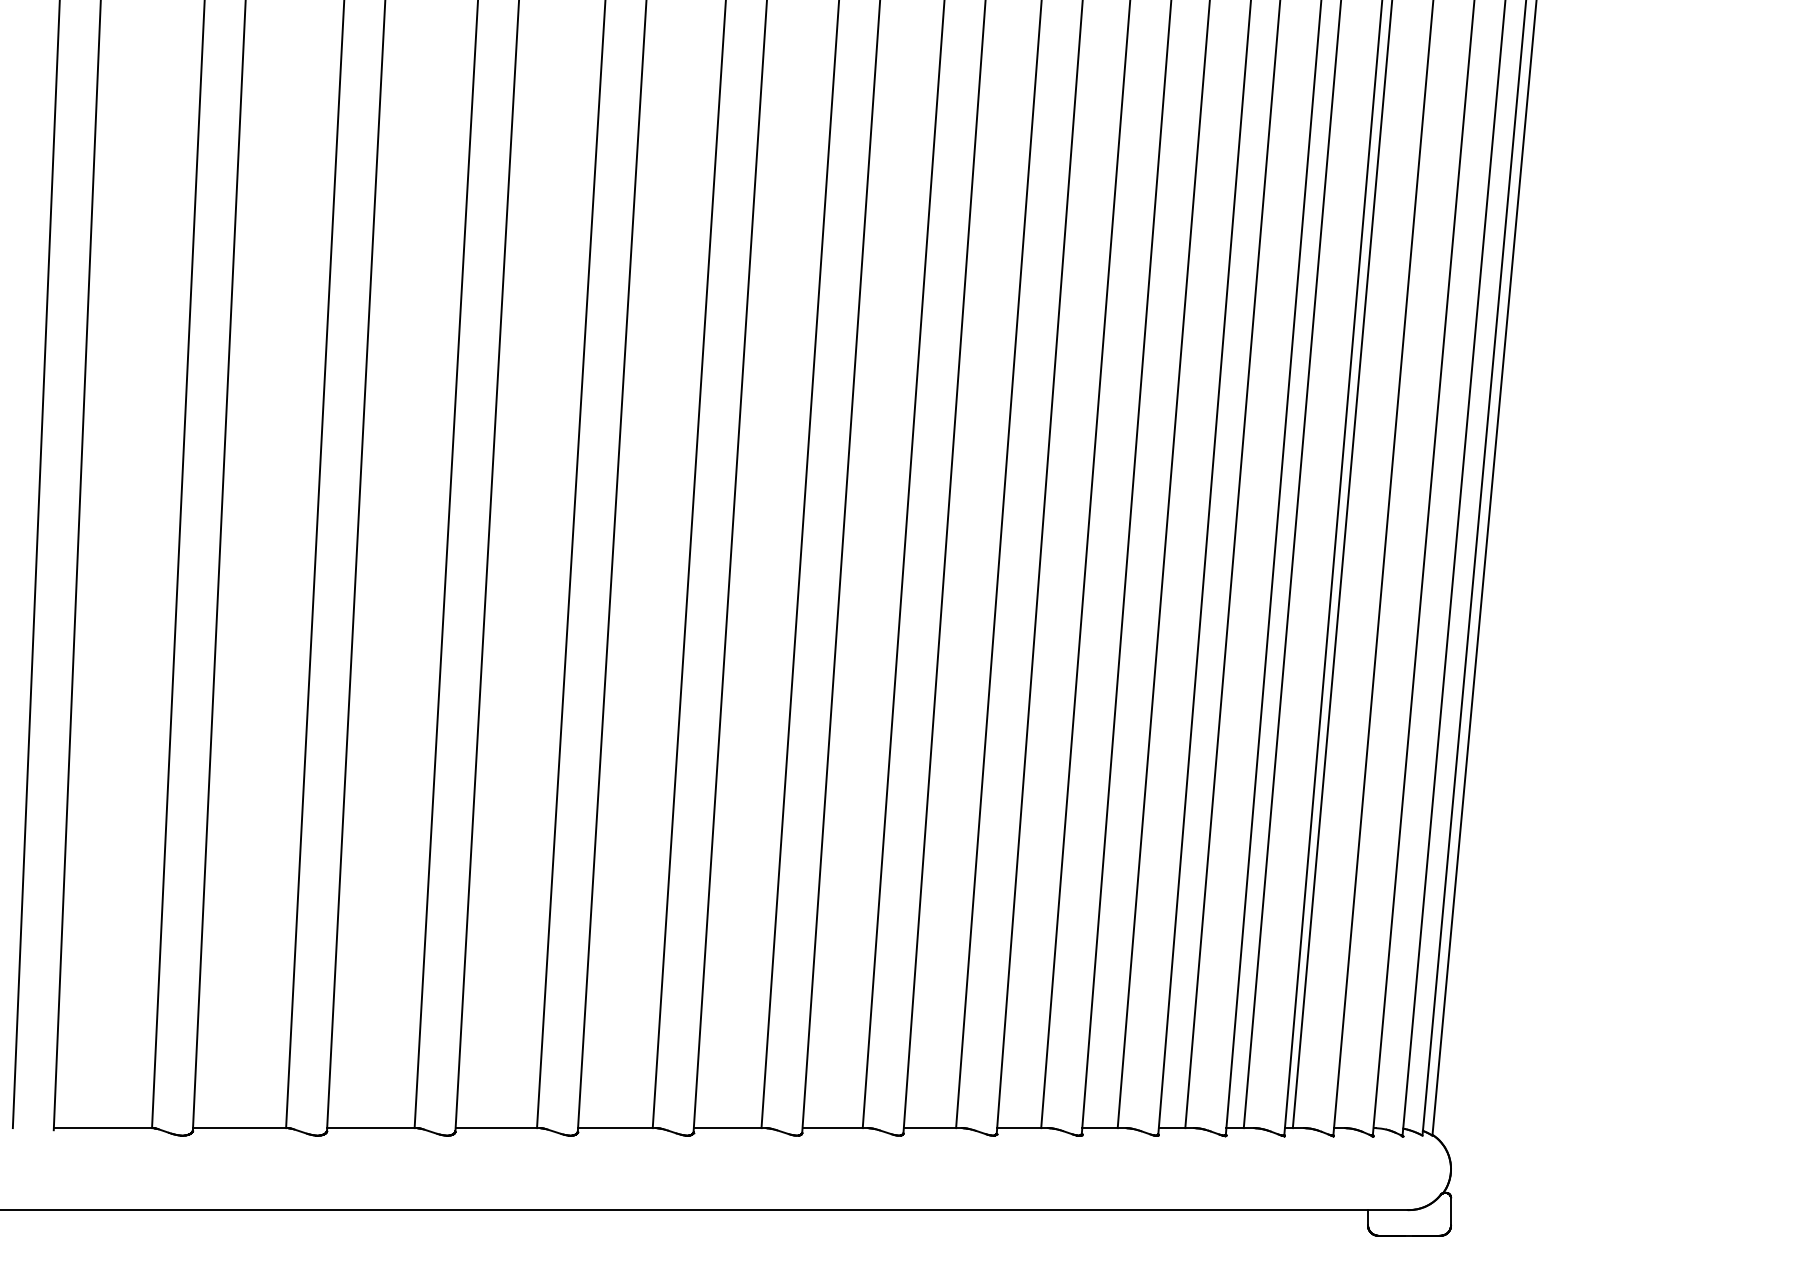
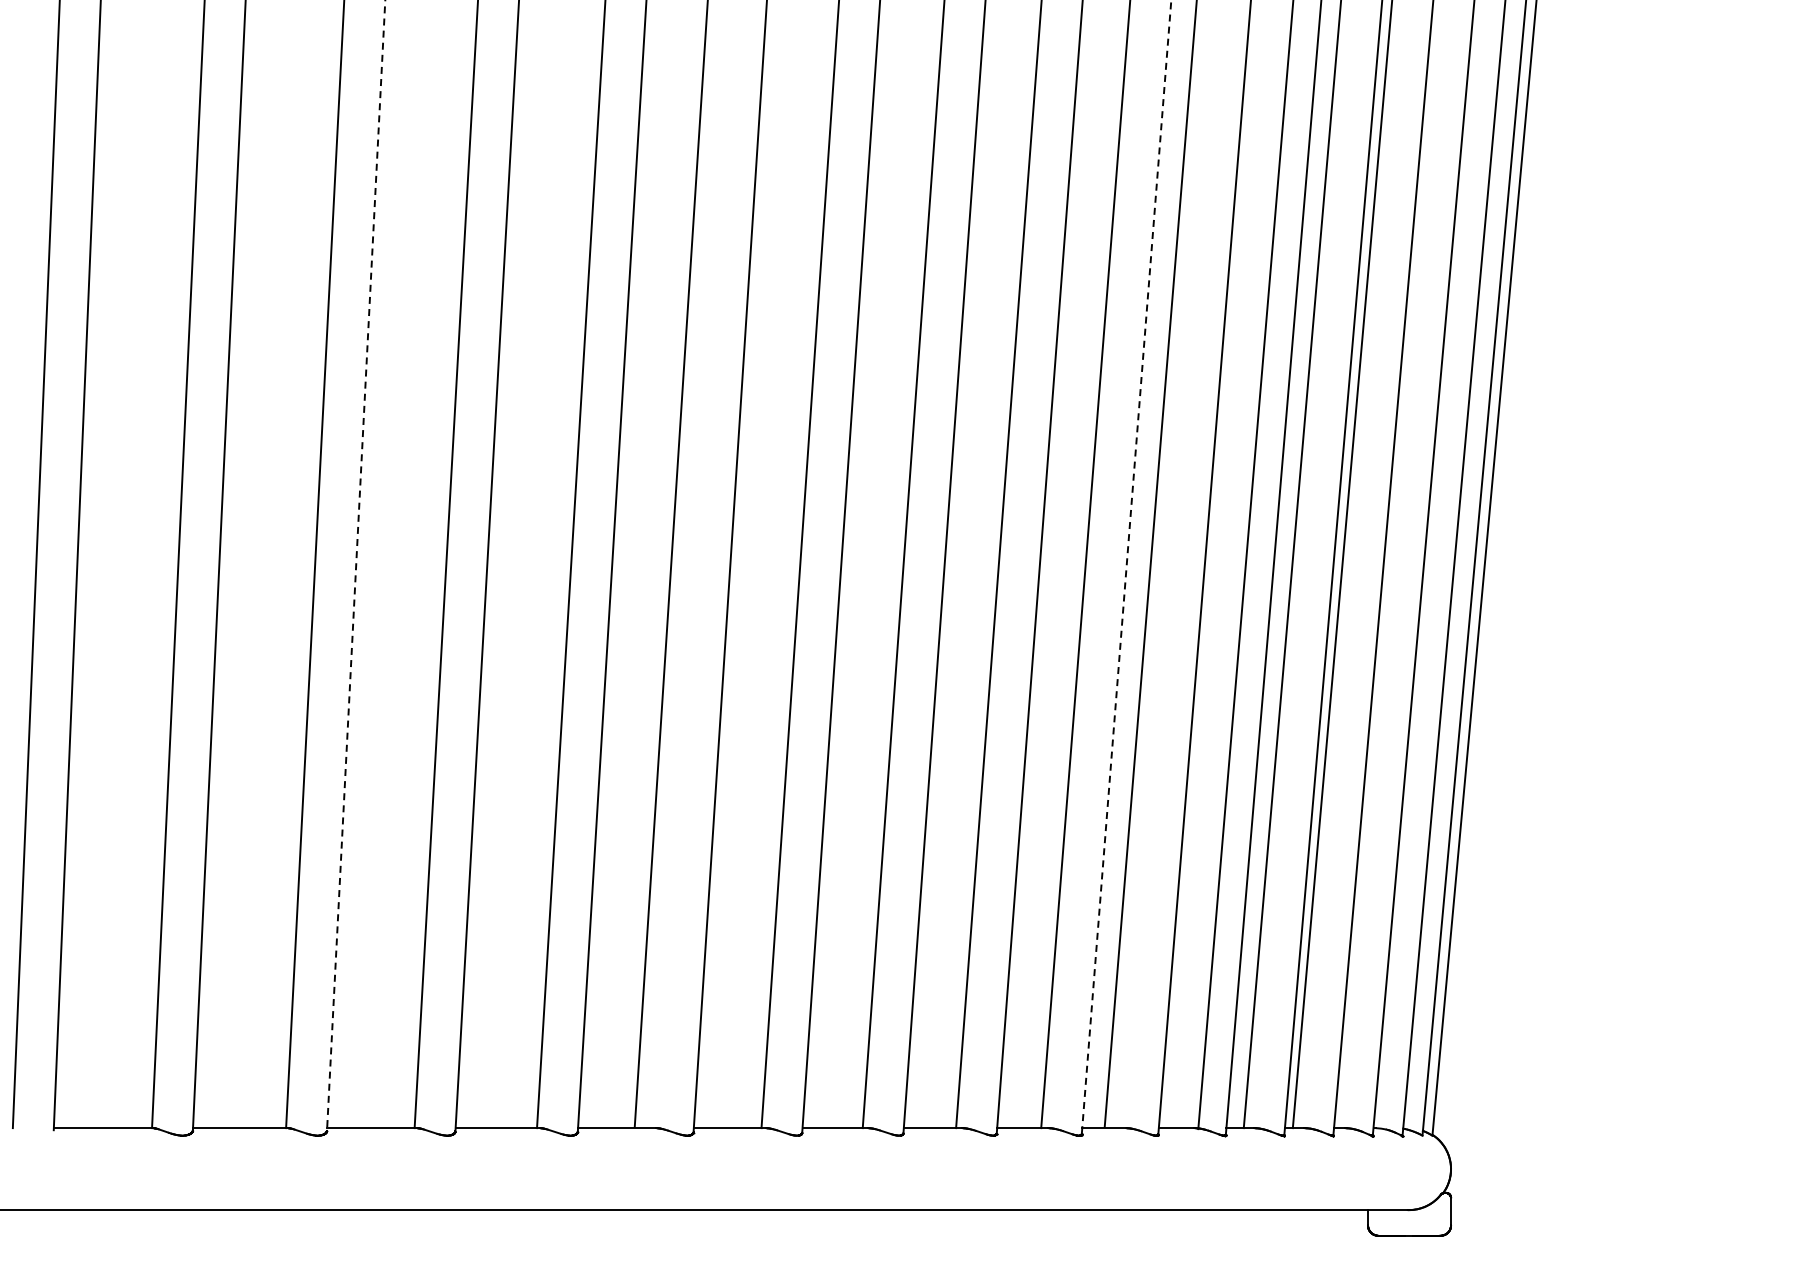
line at (356, 565): solid -> dashed
line at (688, 565) position: (688, 565) -> (670, 564)
line at (1163, 565) position: (1163, 565) -> (1150, 564)
line at (1232, 565) position: (1232, 565) -> (1245, 565)
line at (1126, 567): solid -> dashed
